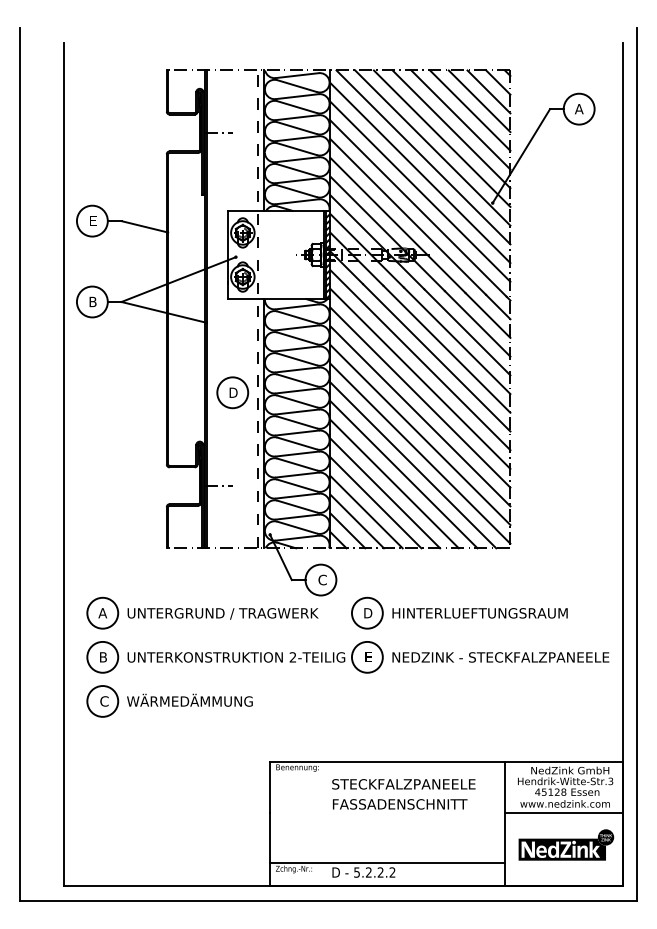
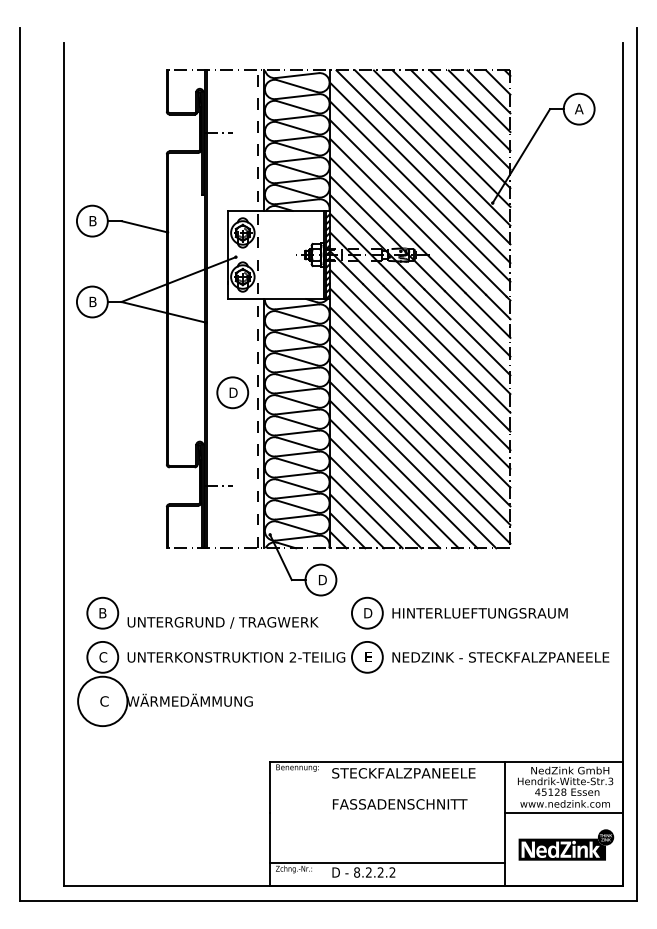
text at (92, 221): E -> B
text at (322, 579): C -> D
text at (102, 613): A -> B
text at (222, 613) position: (222, 613) -> (222, 622)
text at (103, 657): B -> C
circle at (102, 701) diameter: 31 px -> 49 px
text at (403, 784) position: (403, 784) -> (403, 773)
text at (357, 872): 5.2.2.2 -> 8.2.2.2
